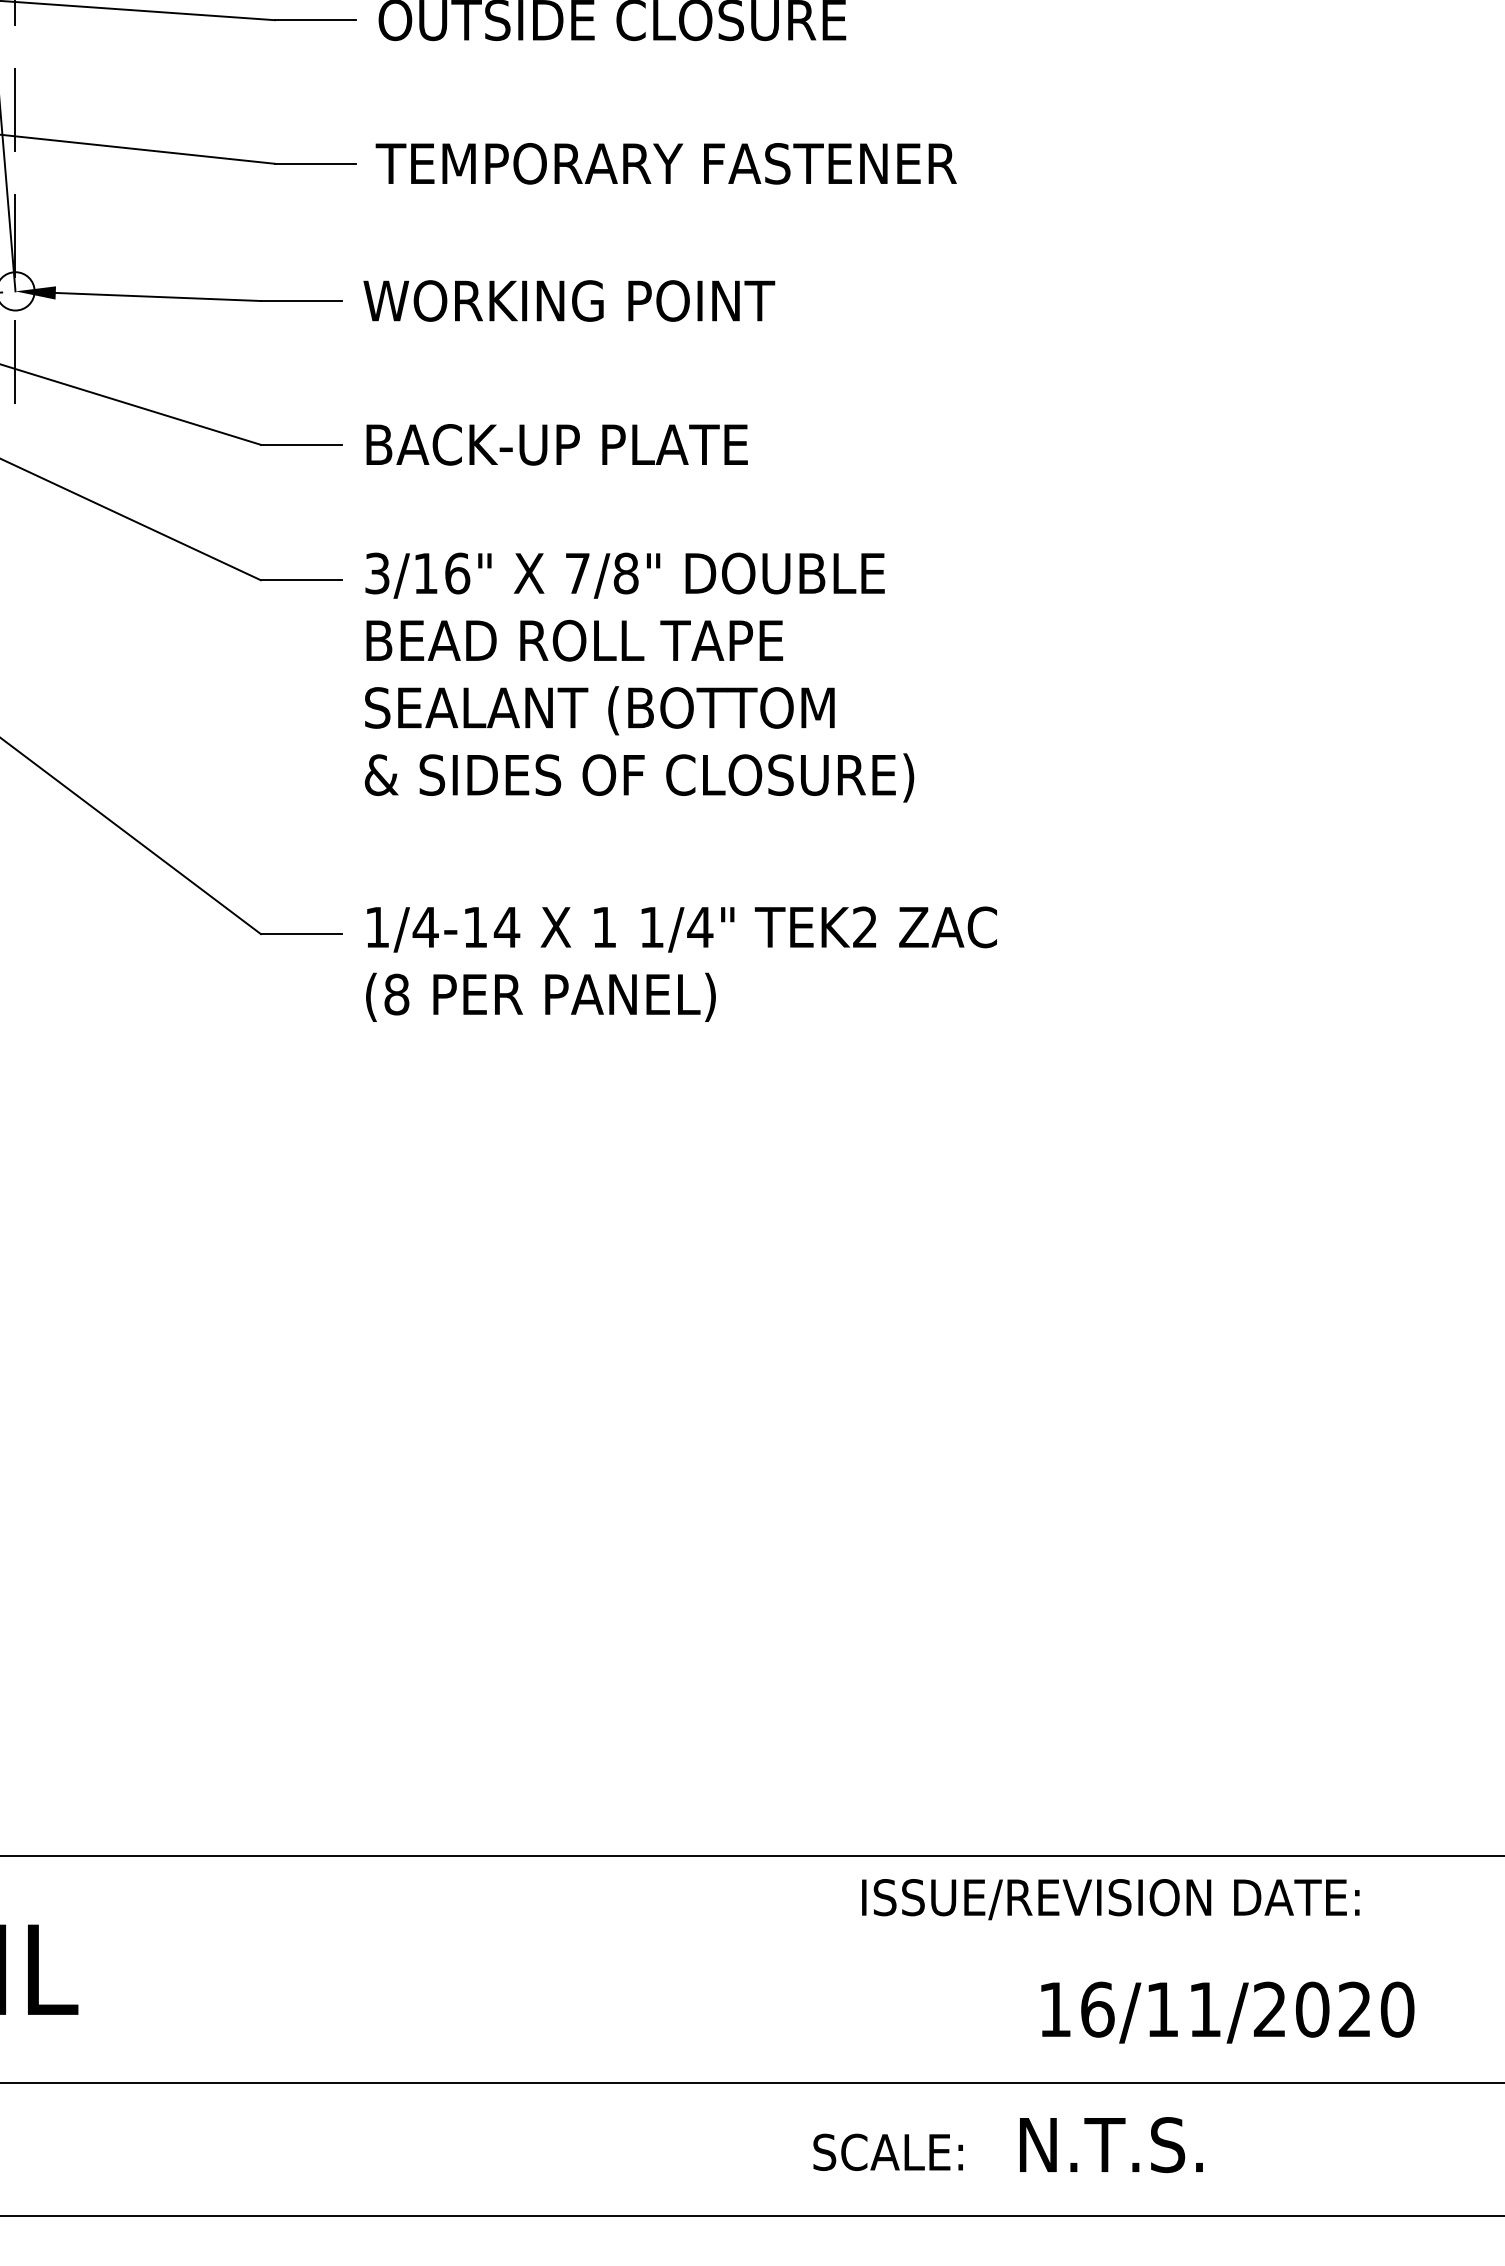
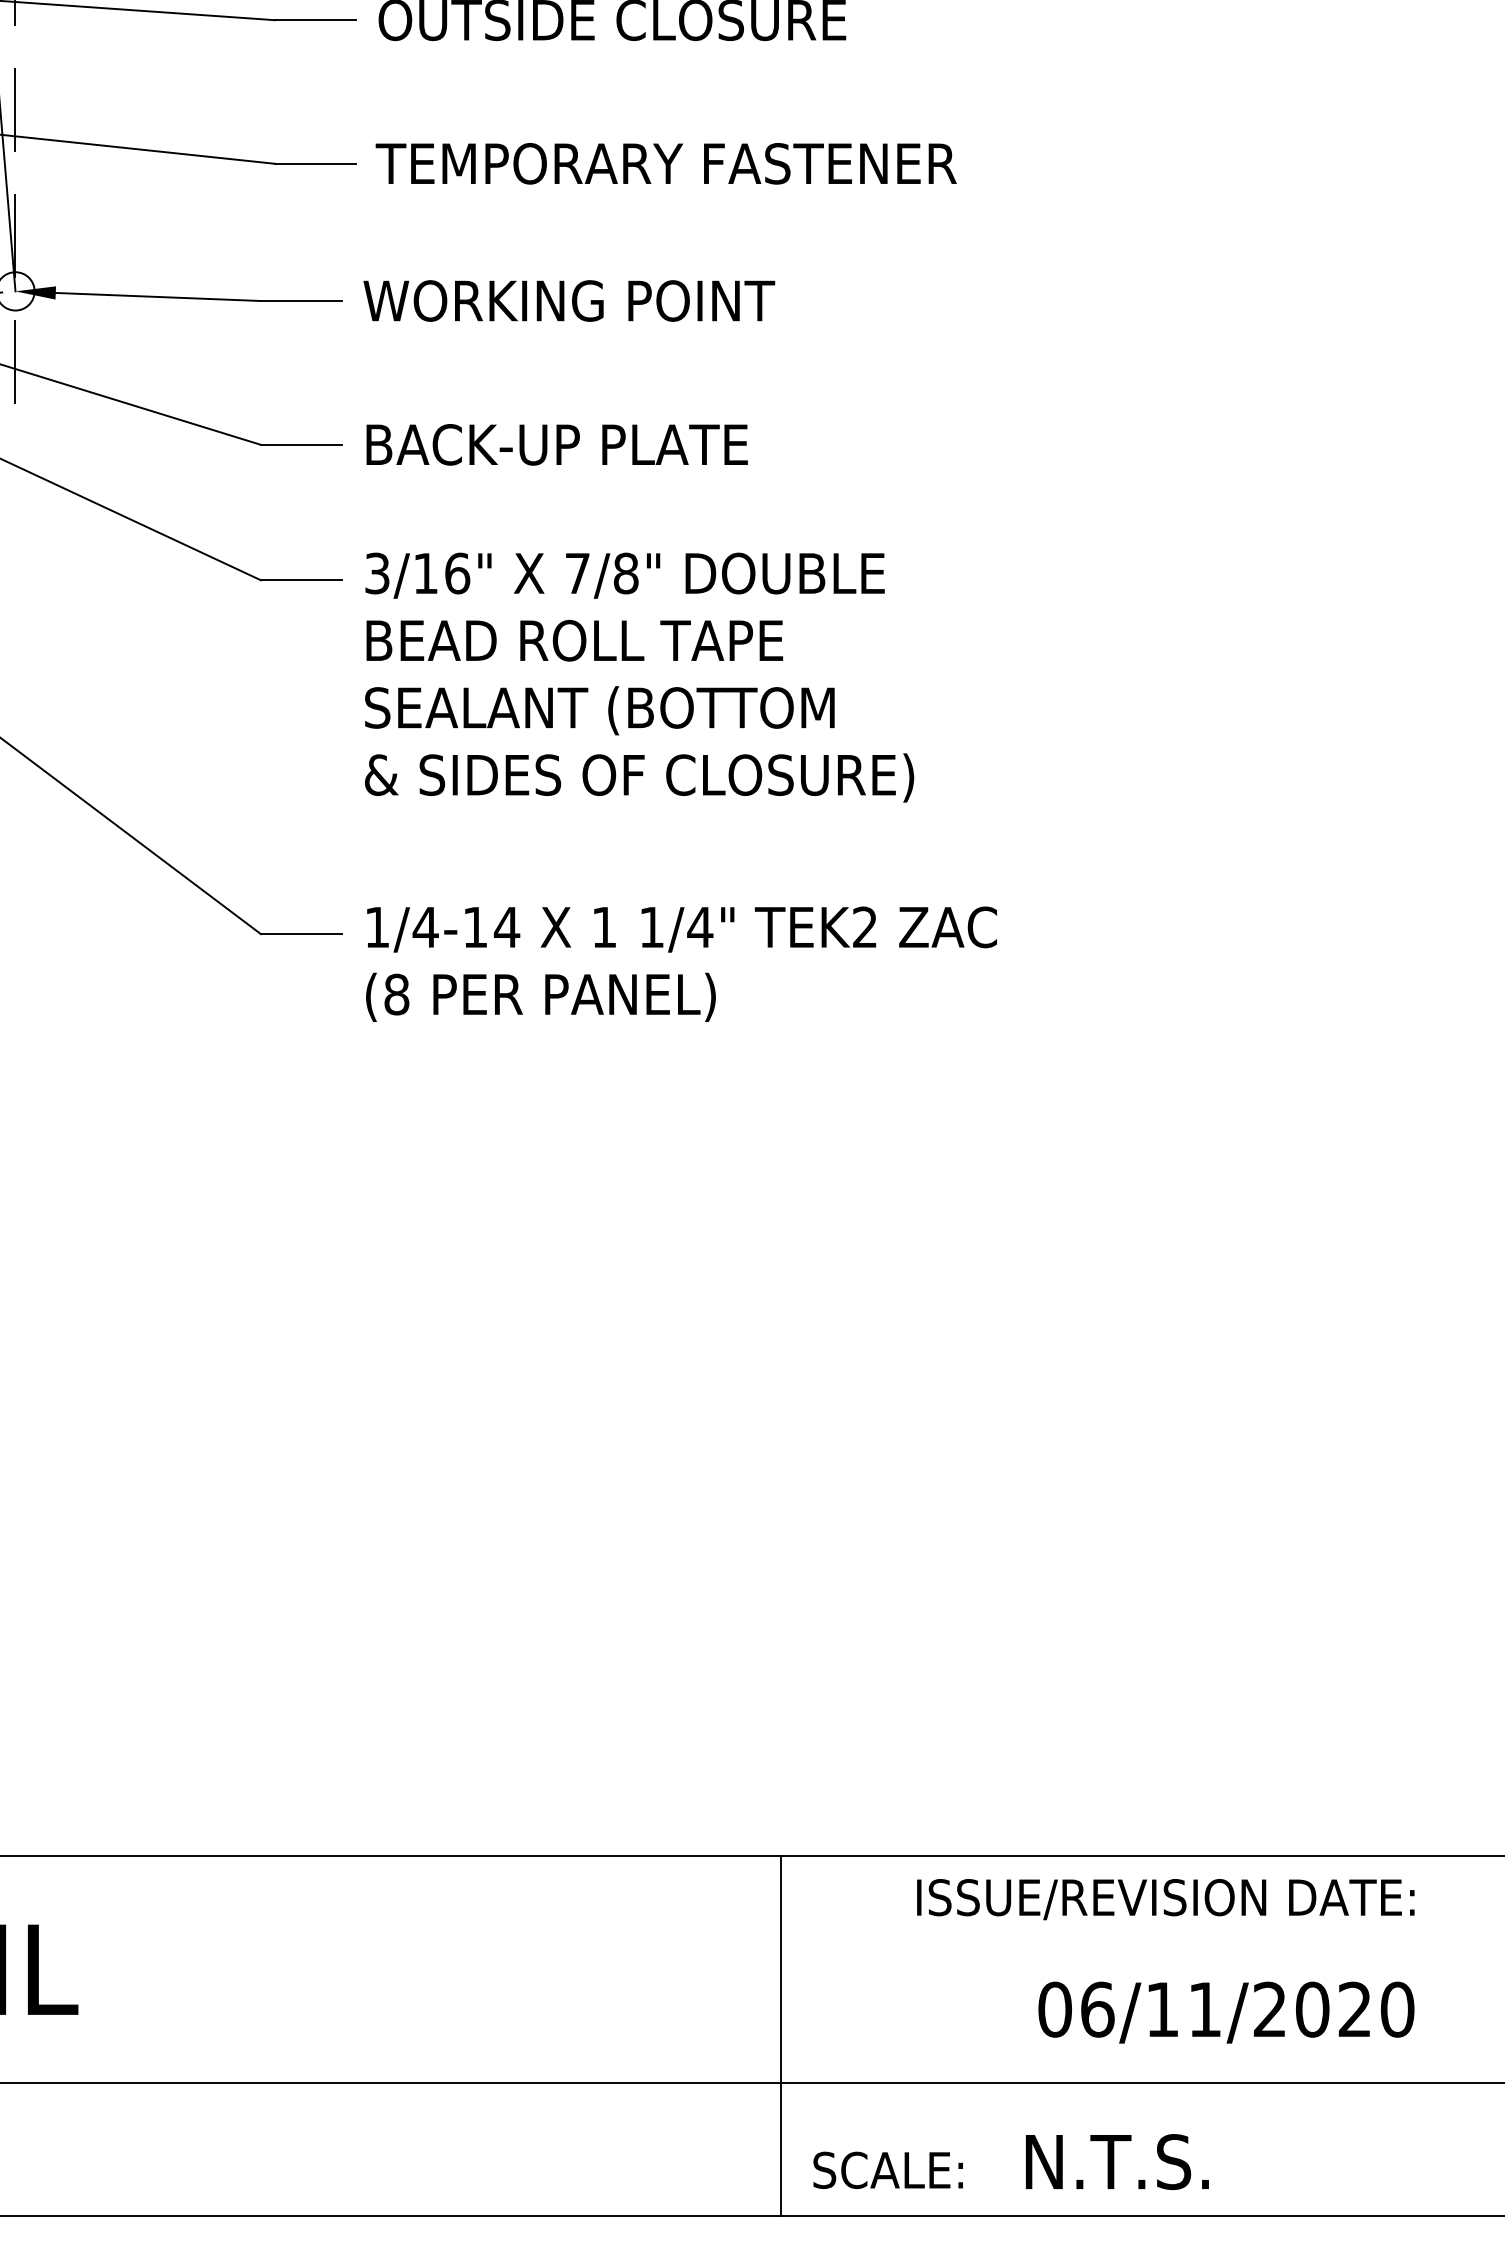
text at (1110, 1899) position: (1110, 1899) -> (1165, 1899)
text at (1054, 2009): 16/11/2020 -> 06/11/2020
line at (781, 2035): none -> present
text at (1111, 2145) position: (1111, 2145) -> (1117, 2162)
text at (887, 2151) position: (887, 2151) -> (887, 2169)
